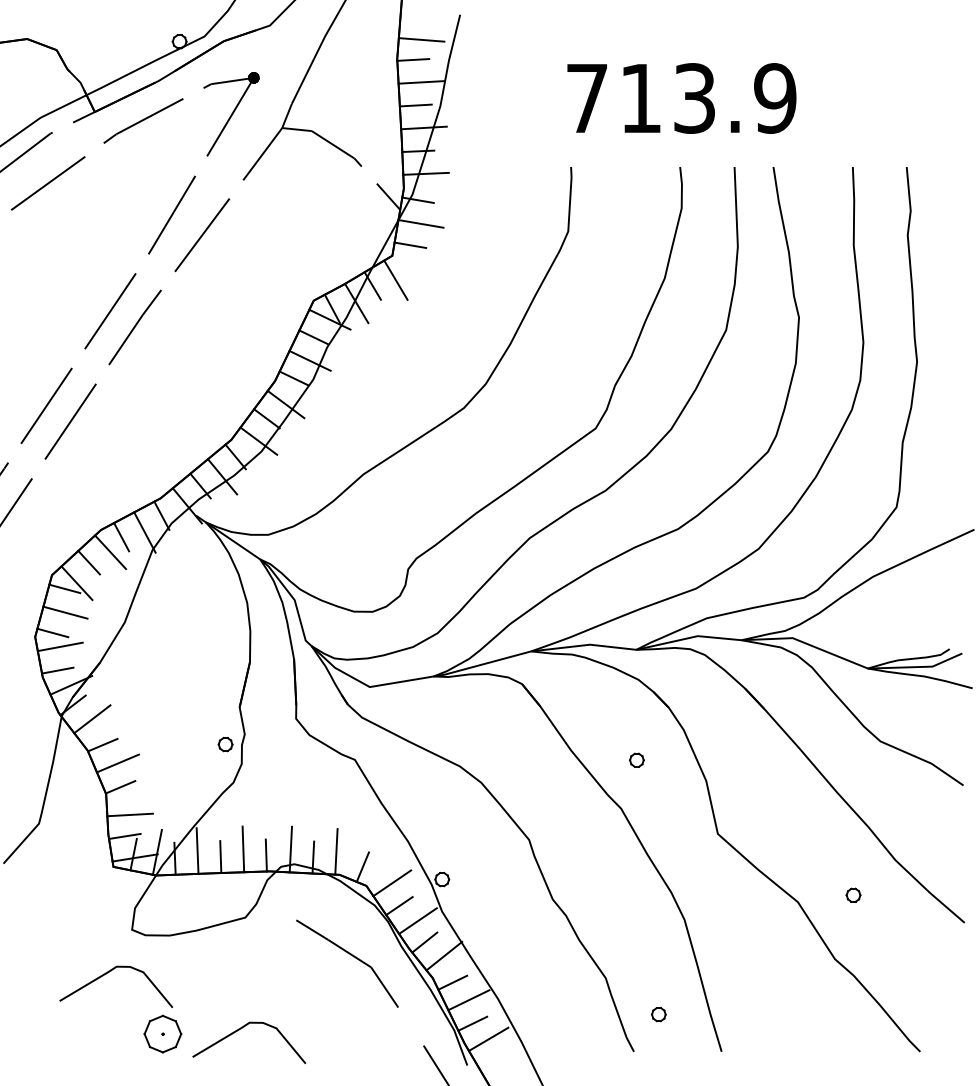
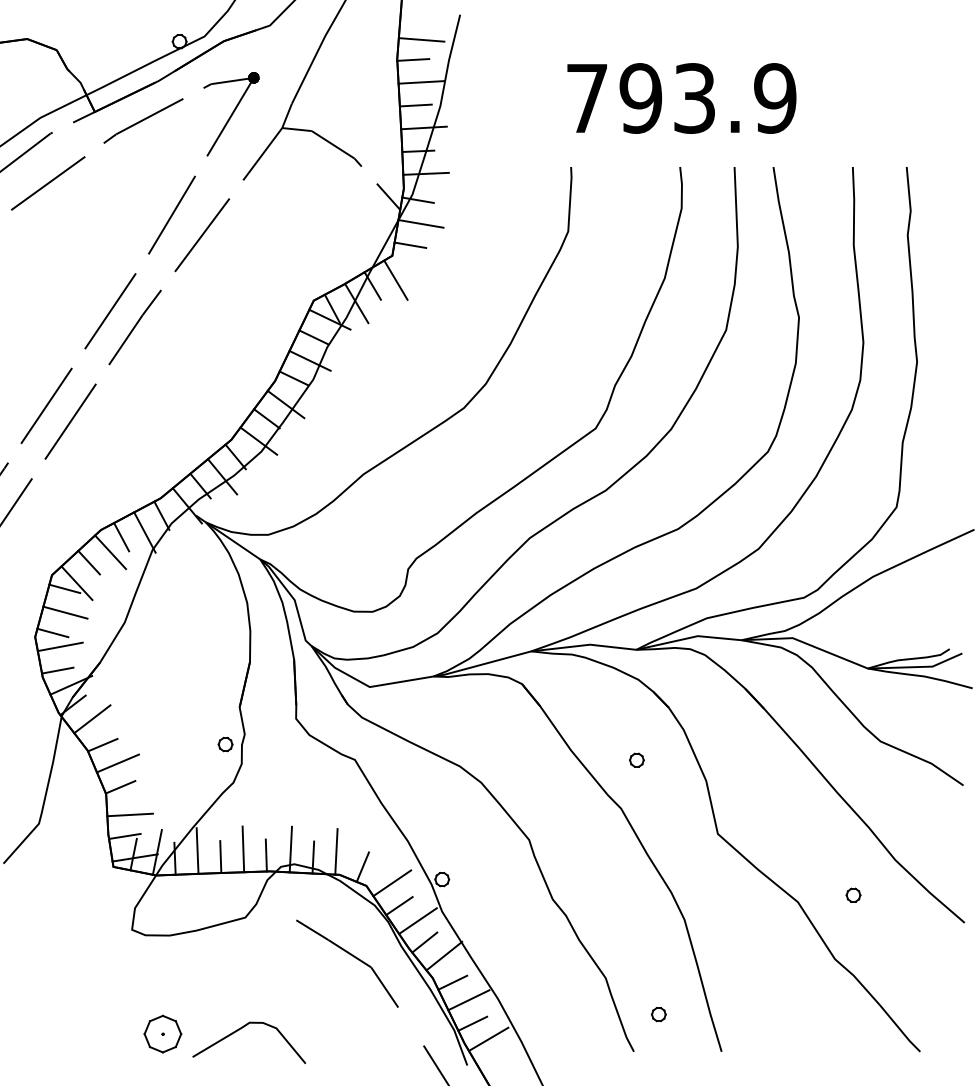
text at (640, 98): 713.9 -> 793.9
curve at (108, 973): present -> none
